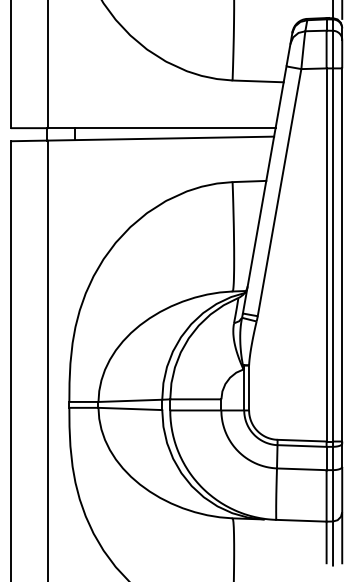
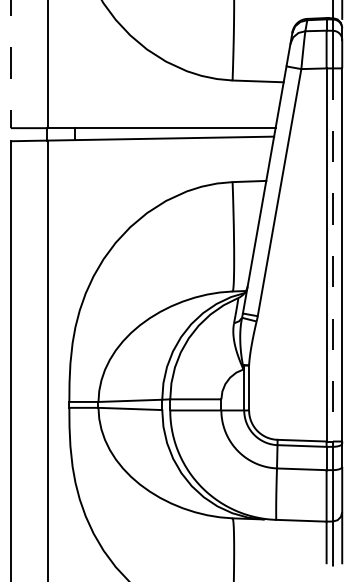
line at (10, 64): solid -> dashed
line at (333, 254): solid -> dashed
